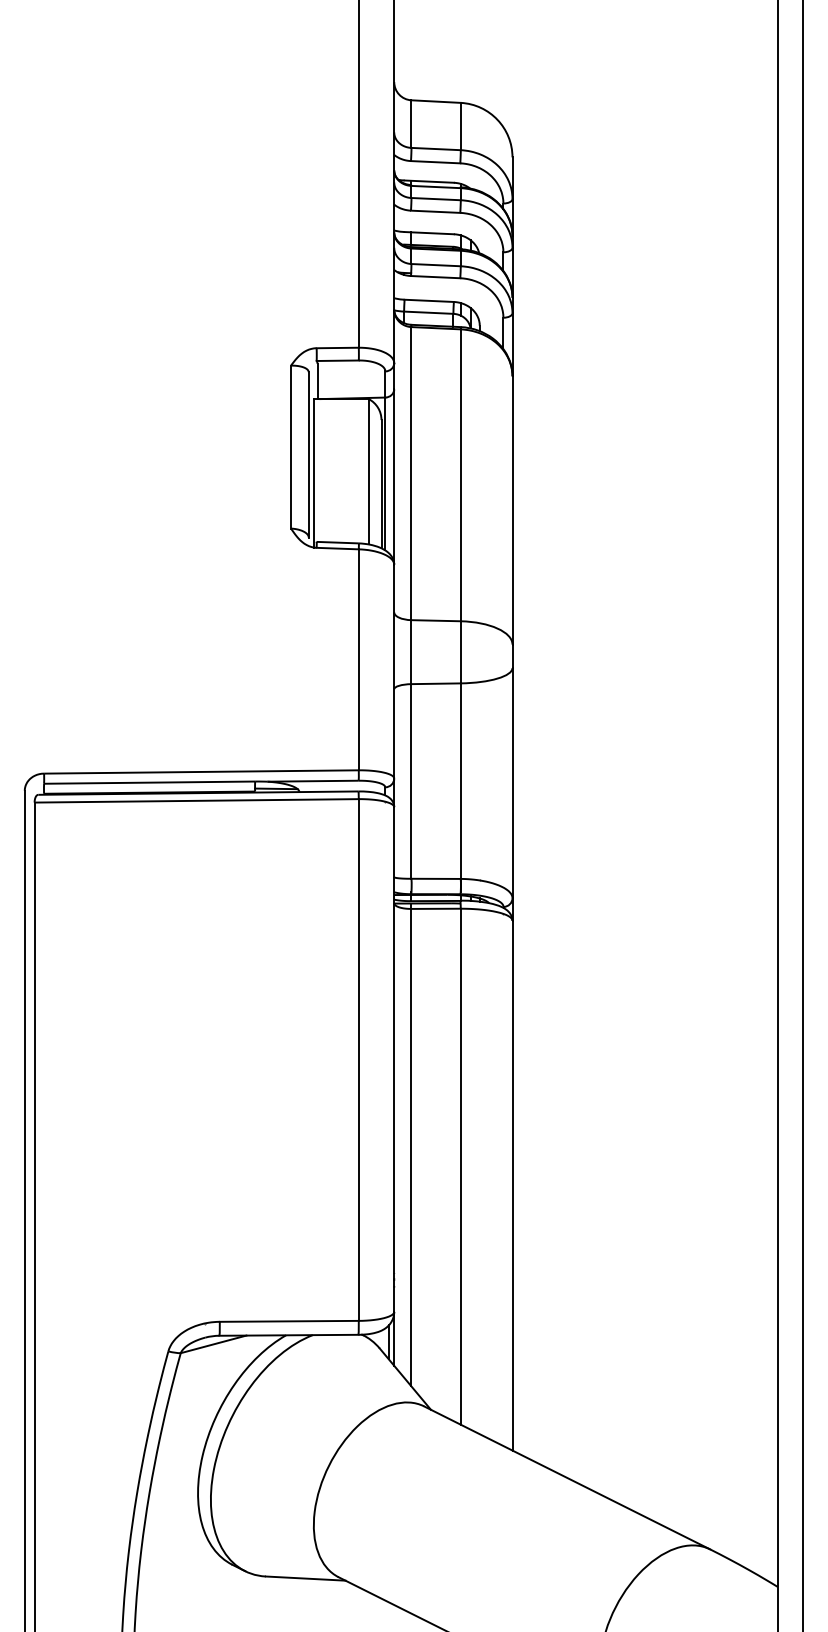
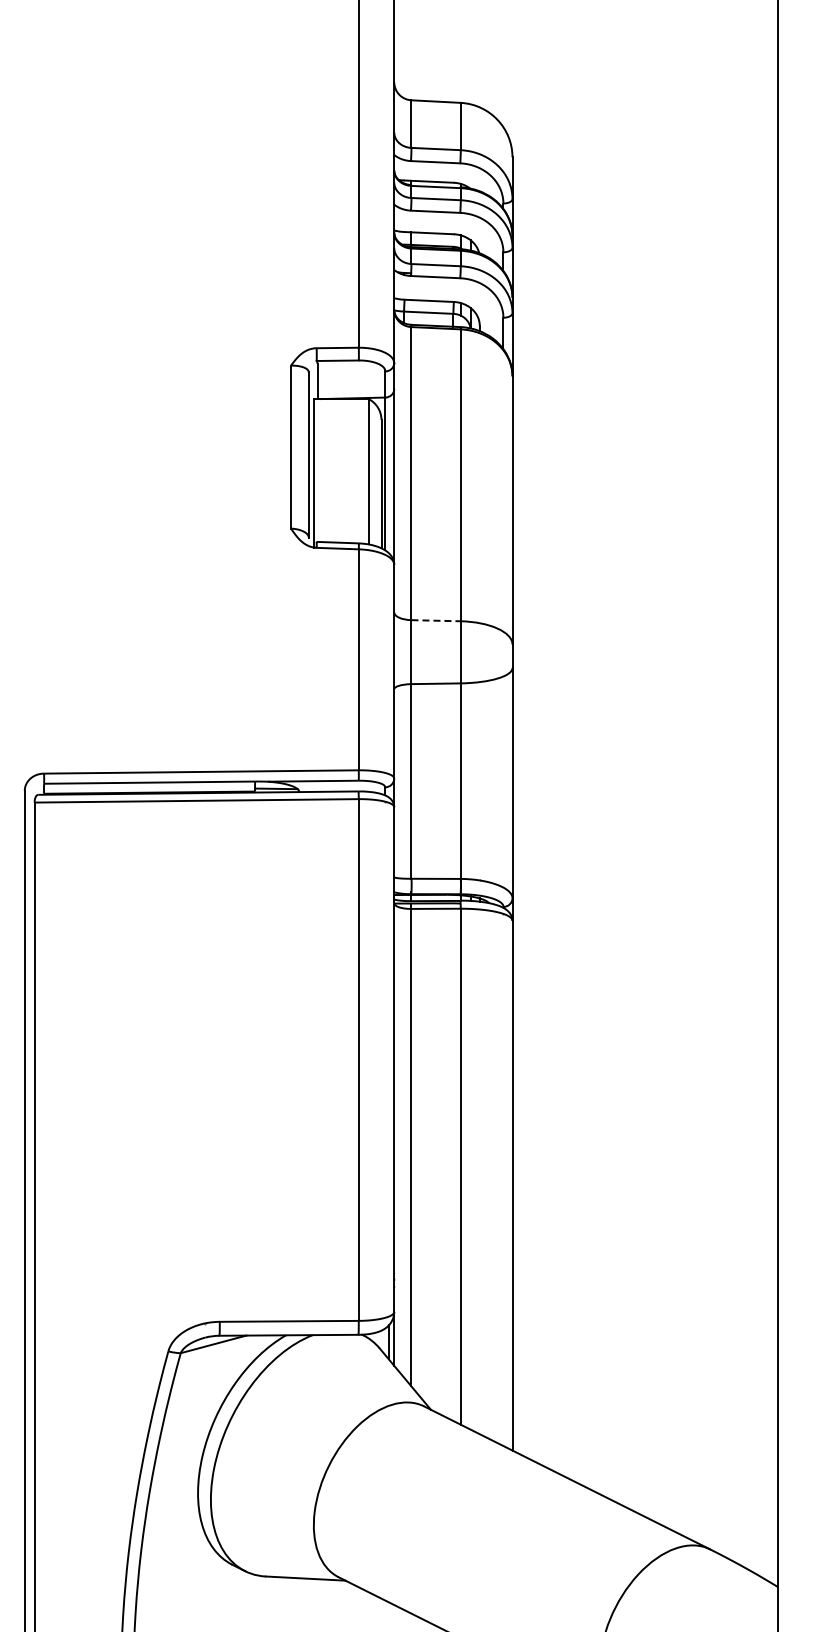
line at (436, 620): solid -> dashed
line at (803, 815): present -> none
